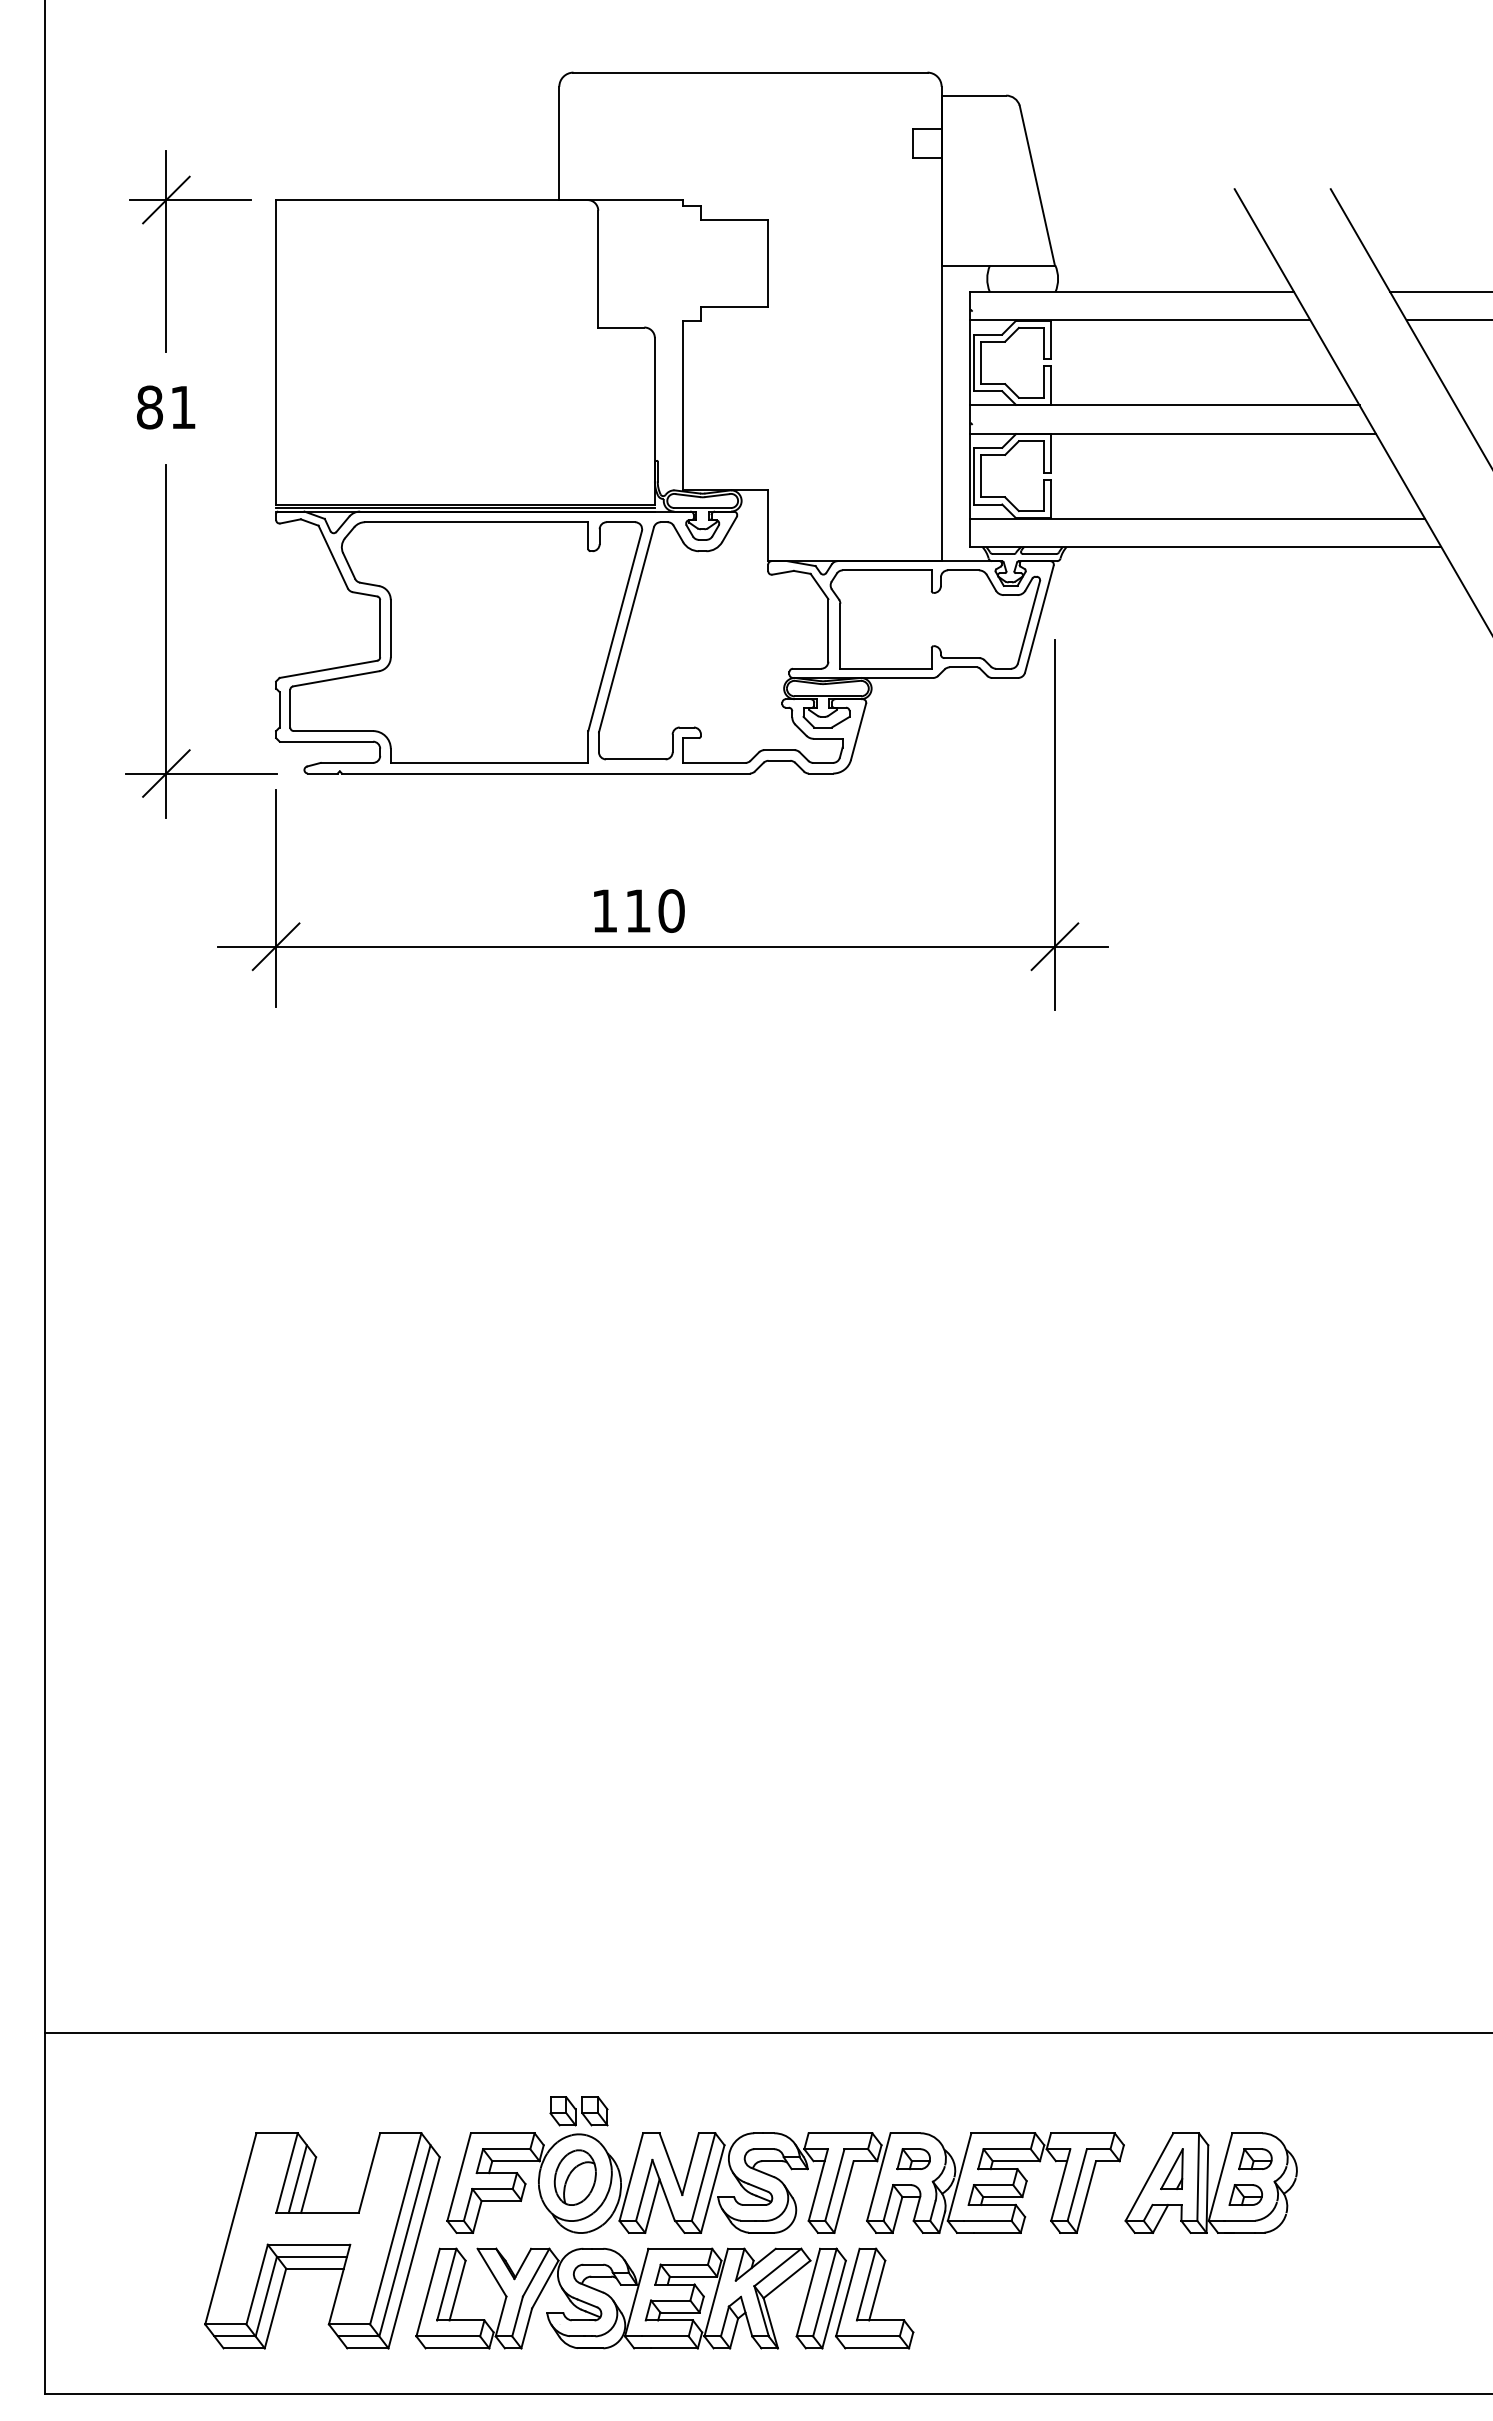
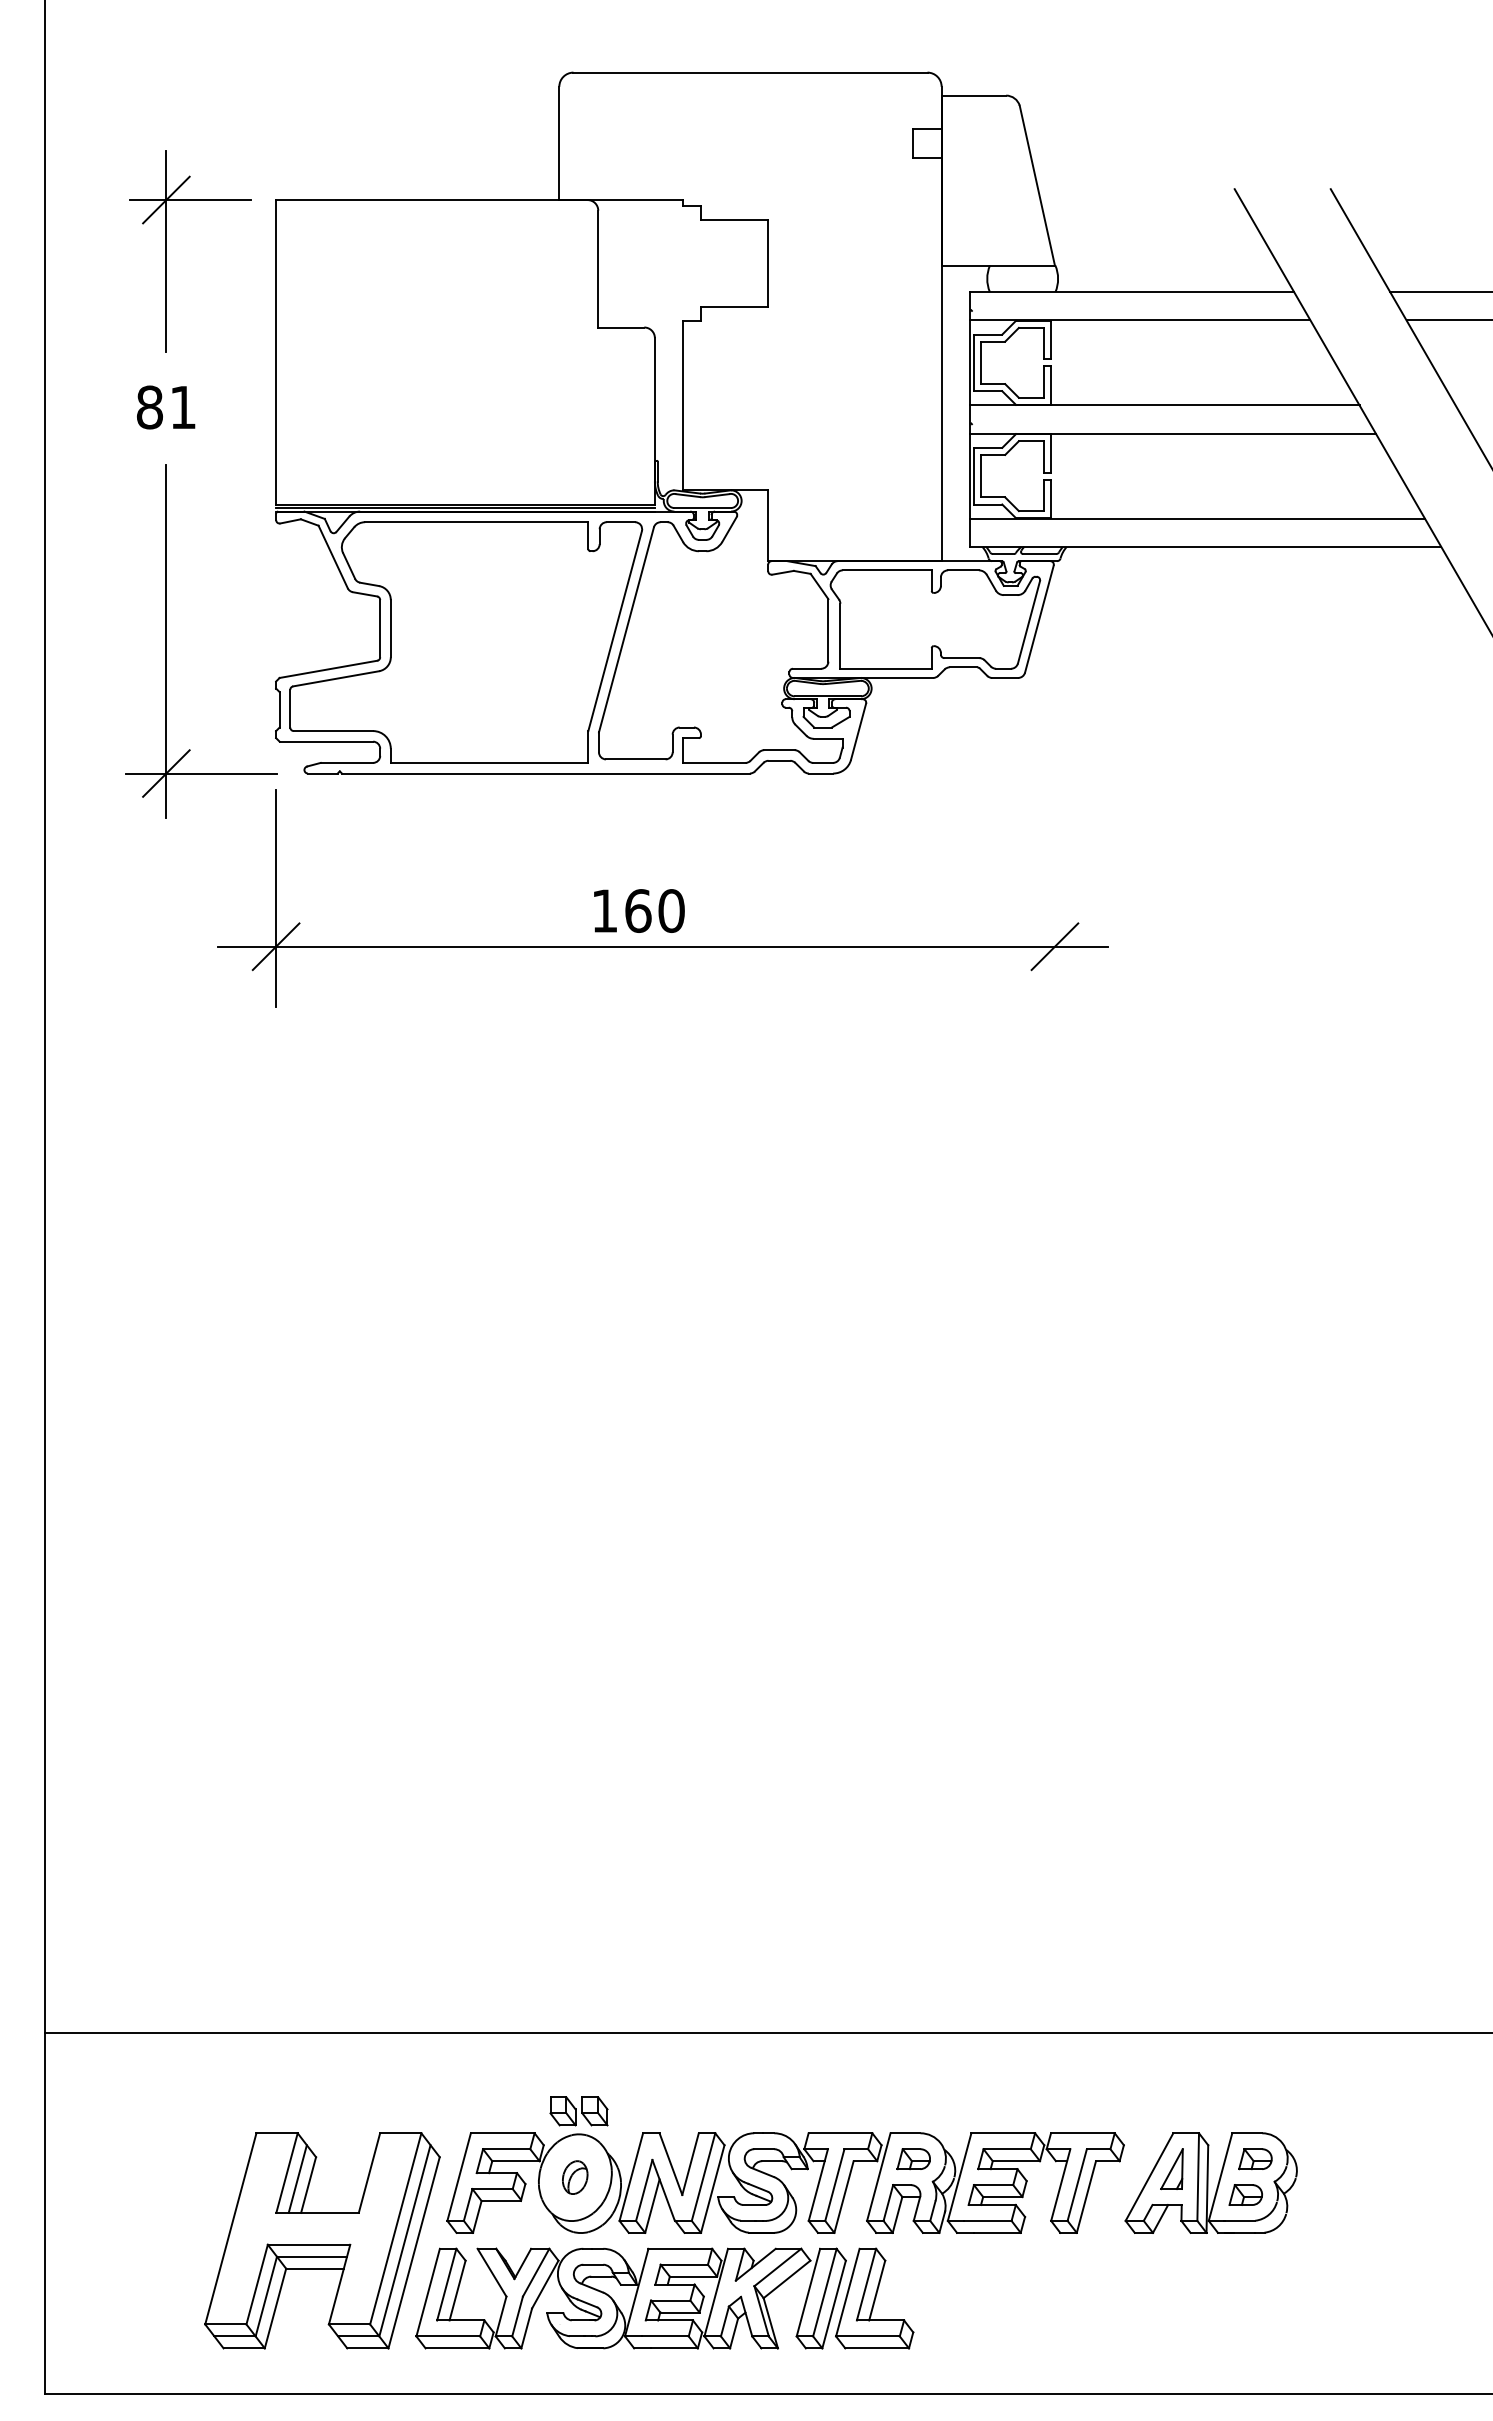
line at (1054, 824): present -> none
text at (638, 910): 110 -> 160
part at (574, 2177) size: 44x57 px -> 27x35 px
